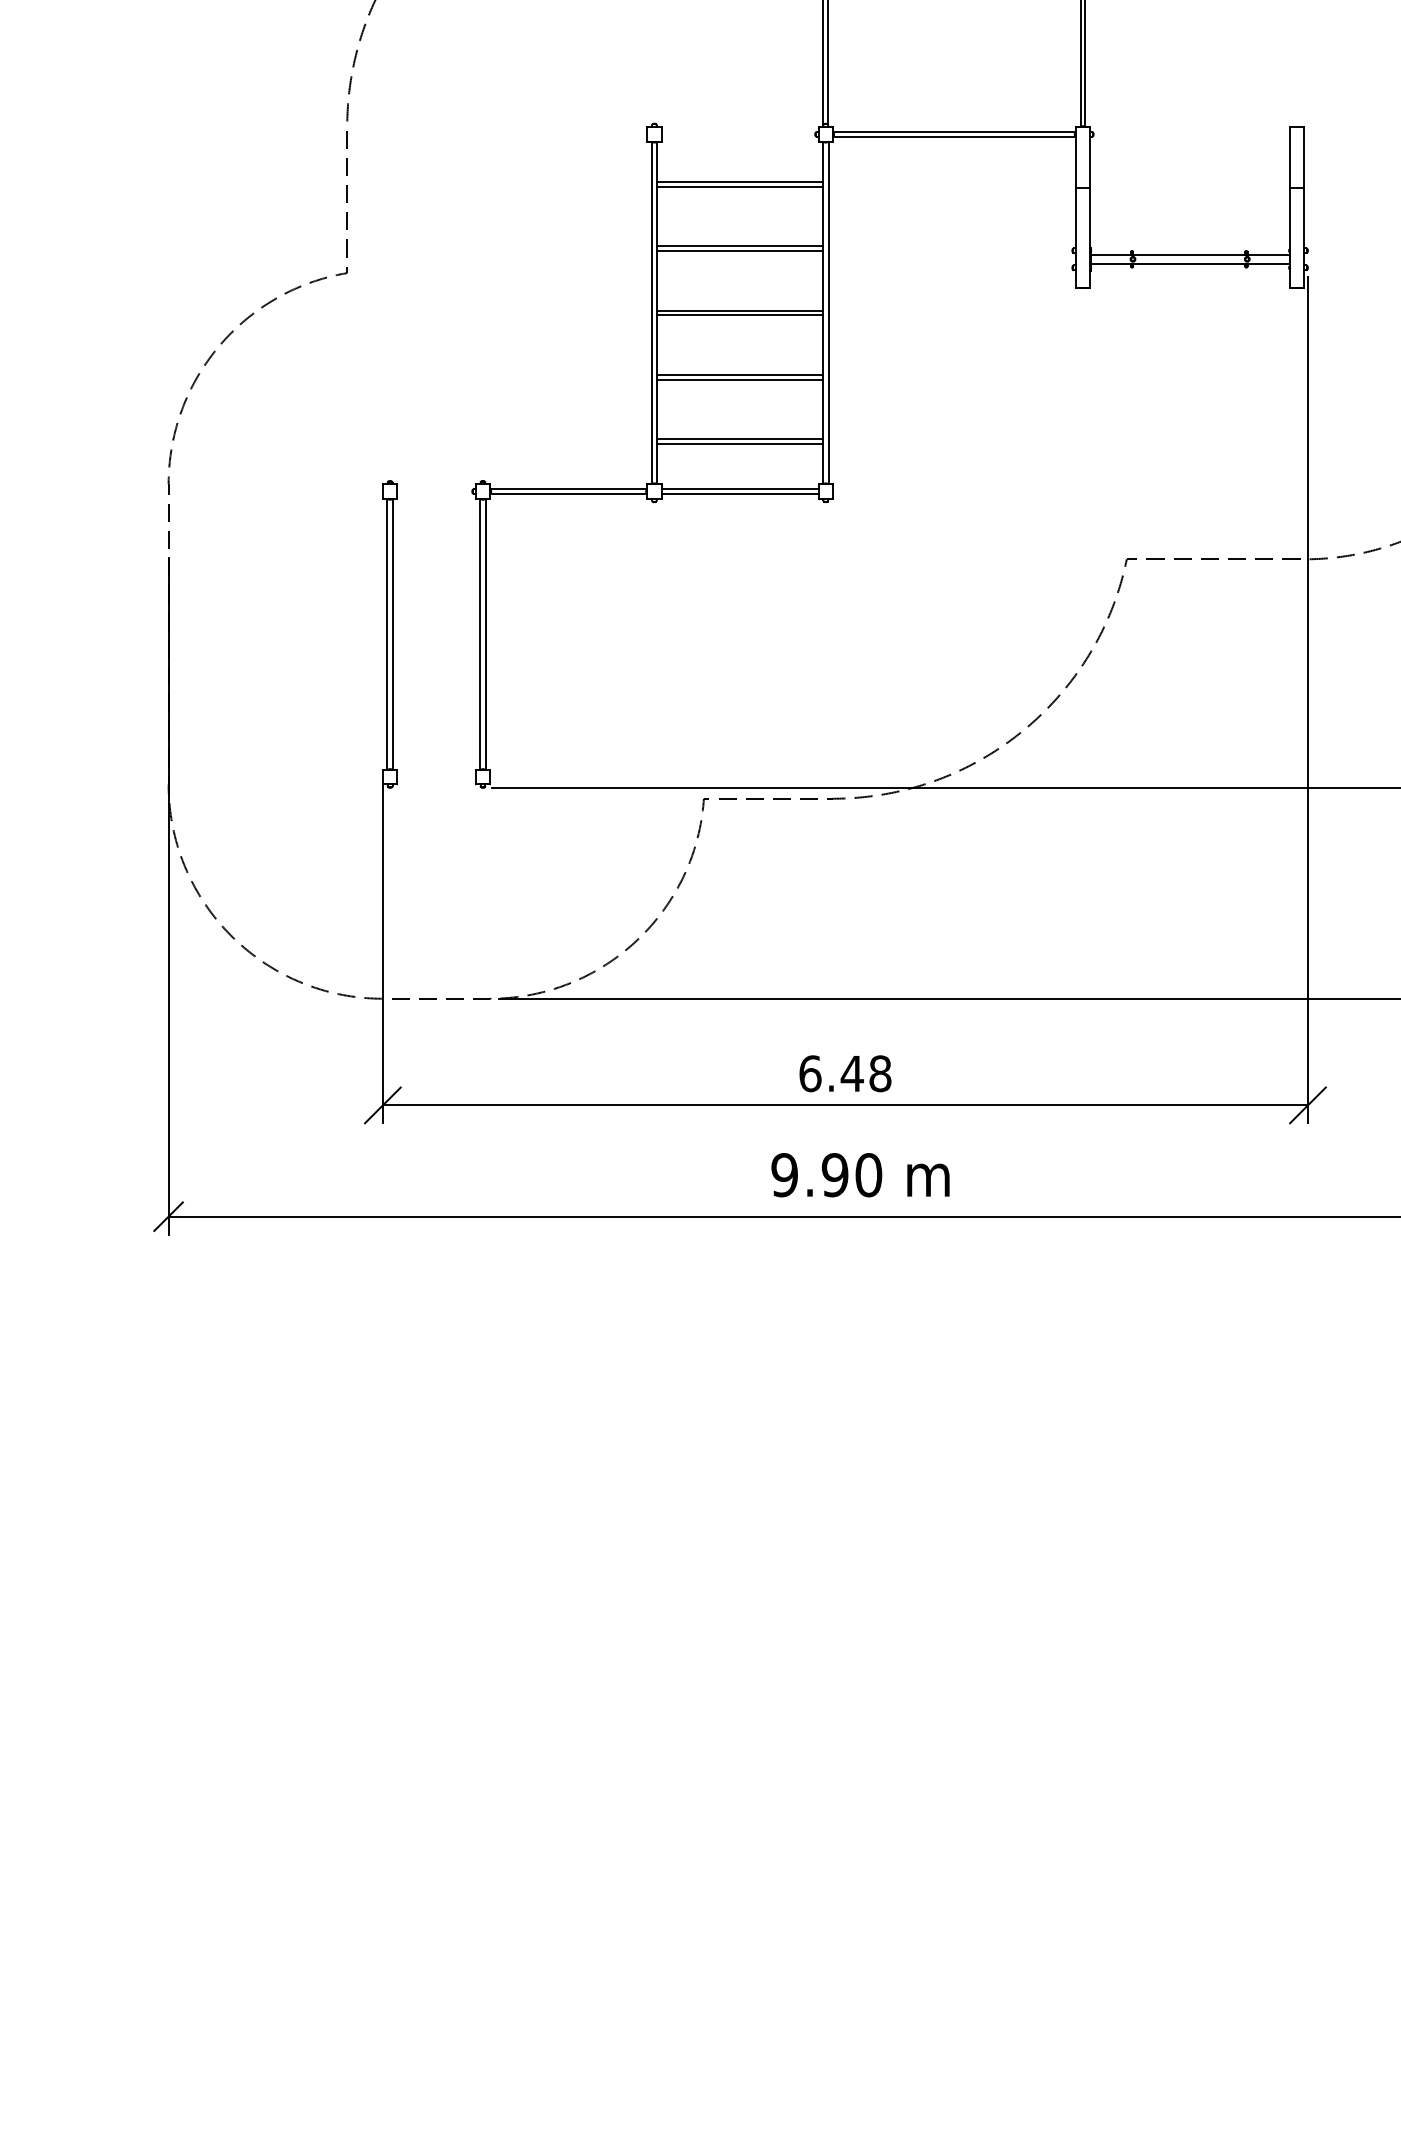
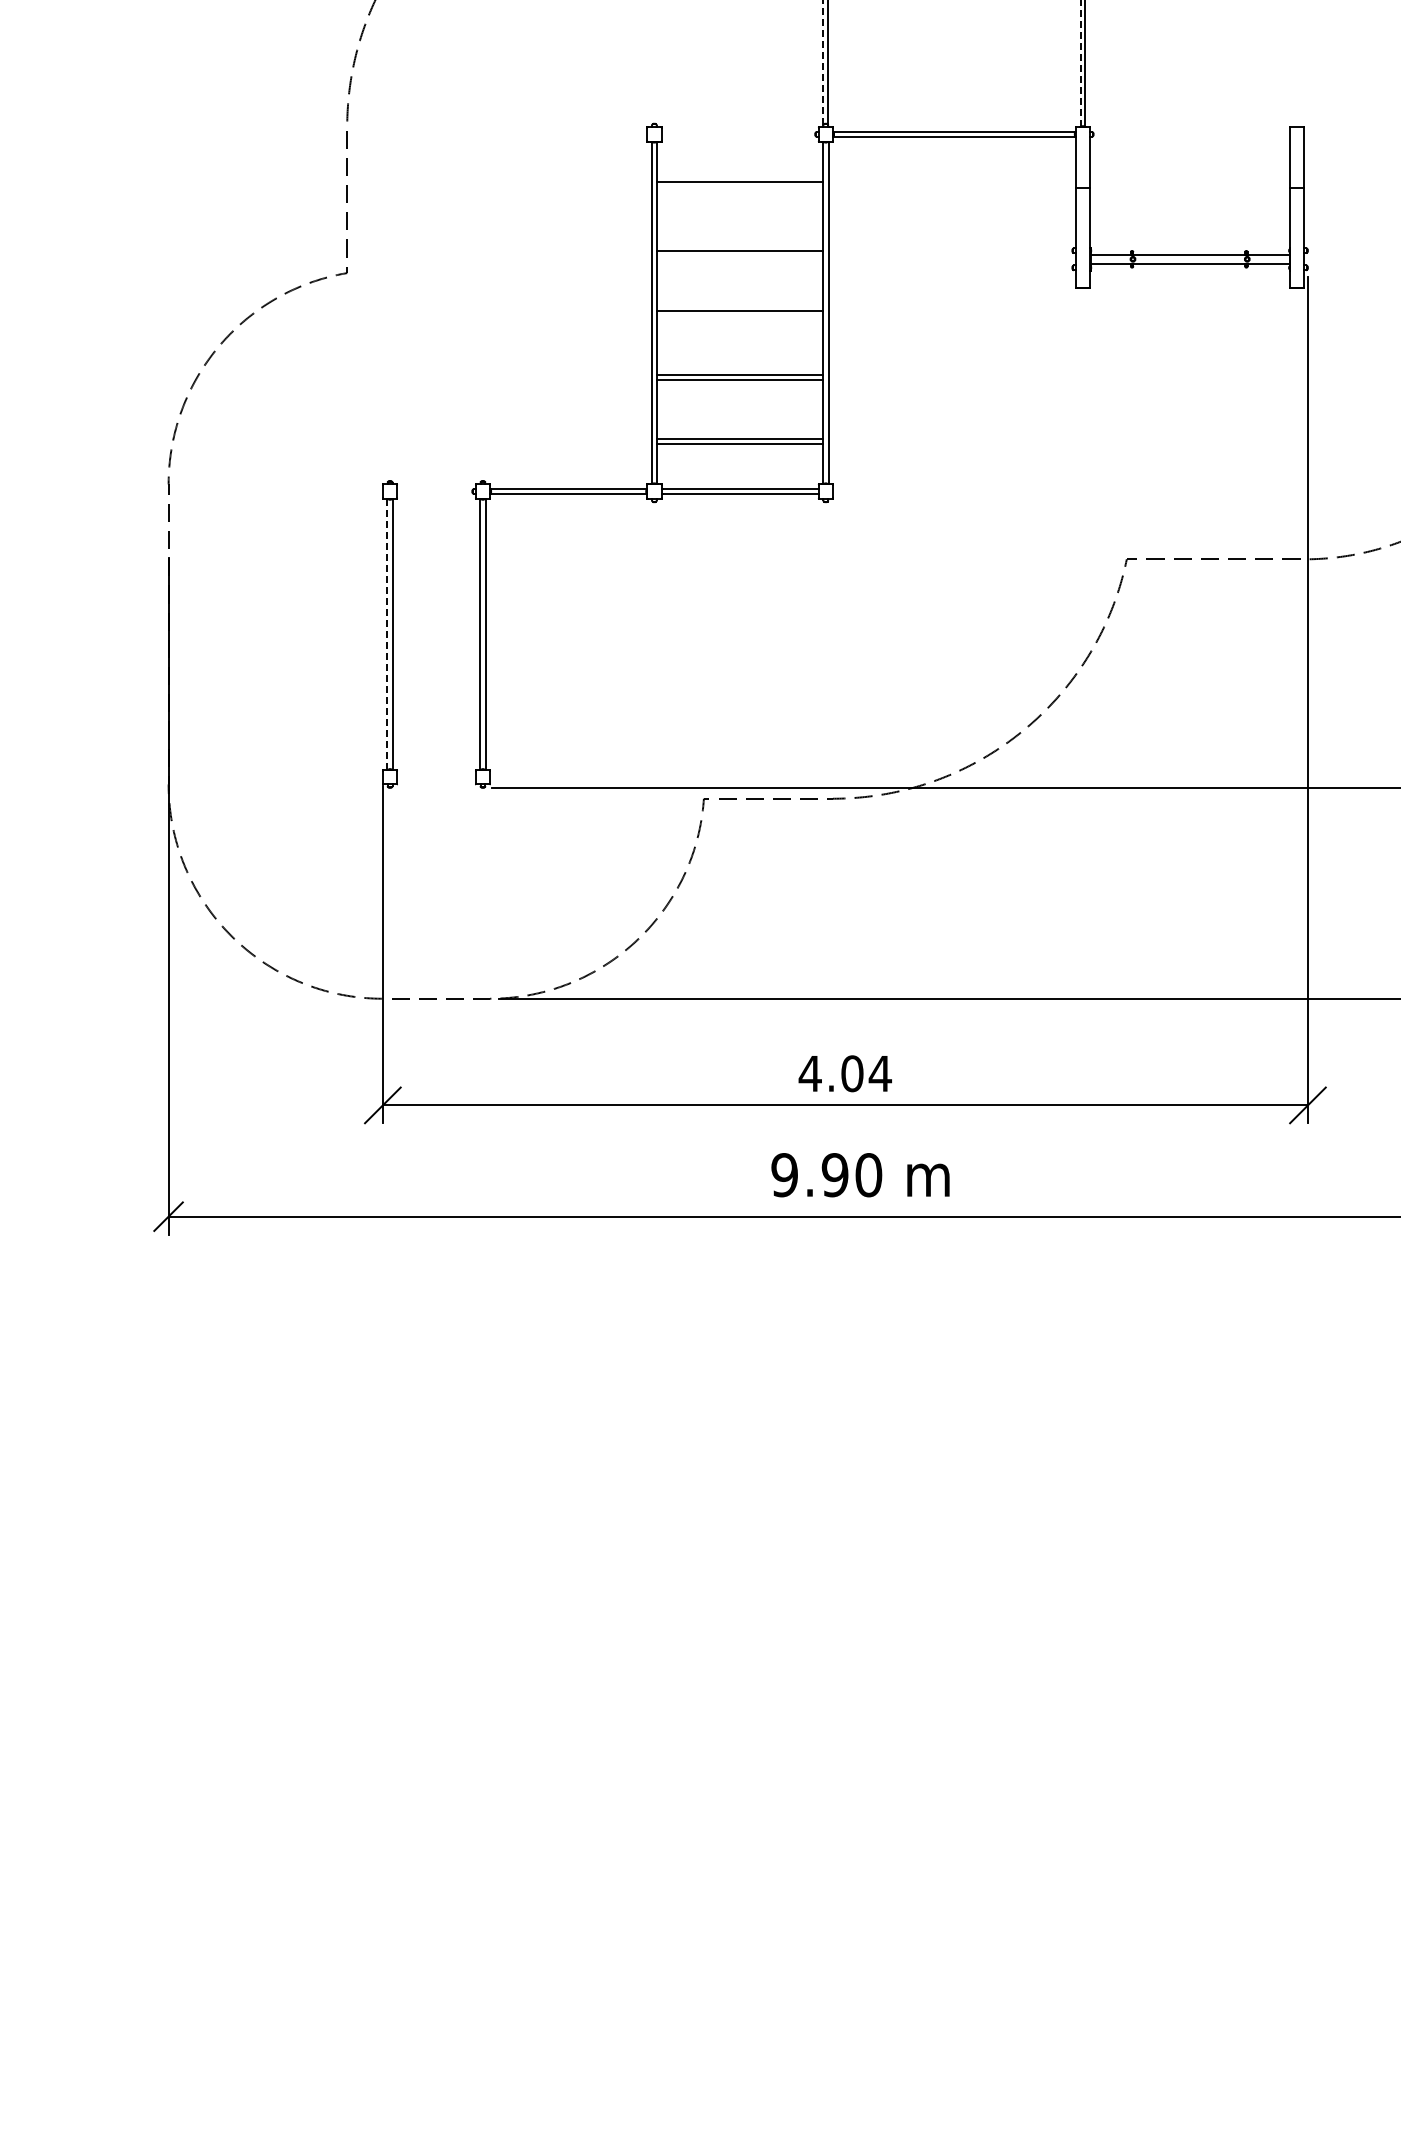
line at (823, 62): solid -> dashed
line at (1080, 63): solid -> dashed
line at (739, 186): present -> none
line at (739, 246): present -> none
line at (739, 315): present -> none
line at (387, 633): solid -> dashed
text at (844, 1073): 6.48 -> 4.04
